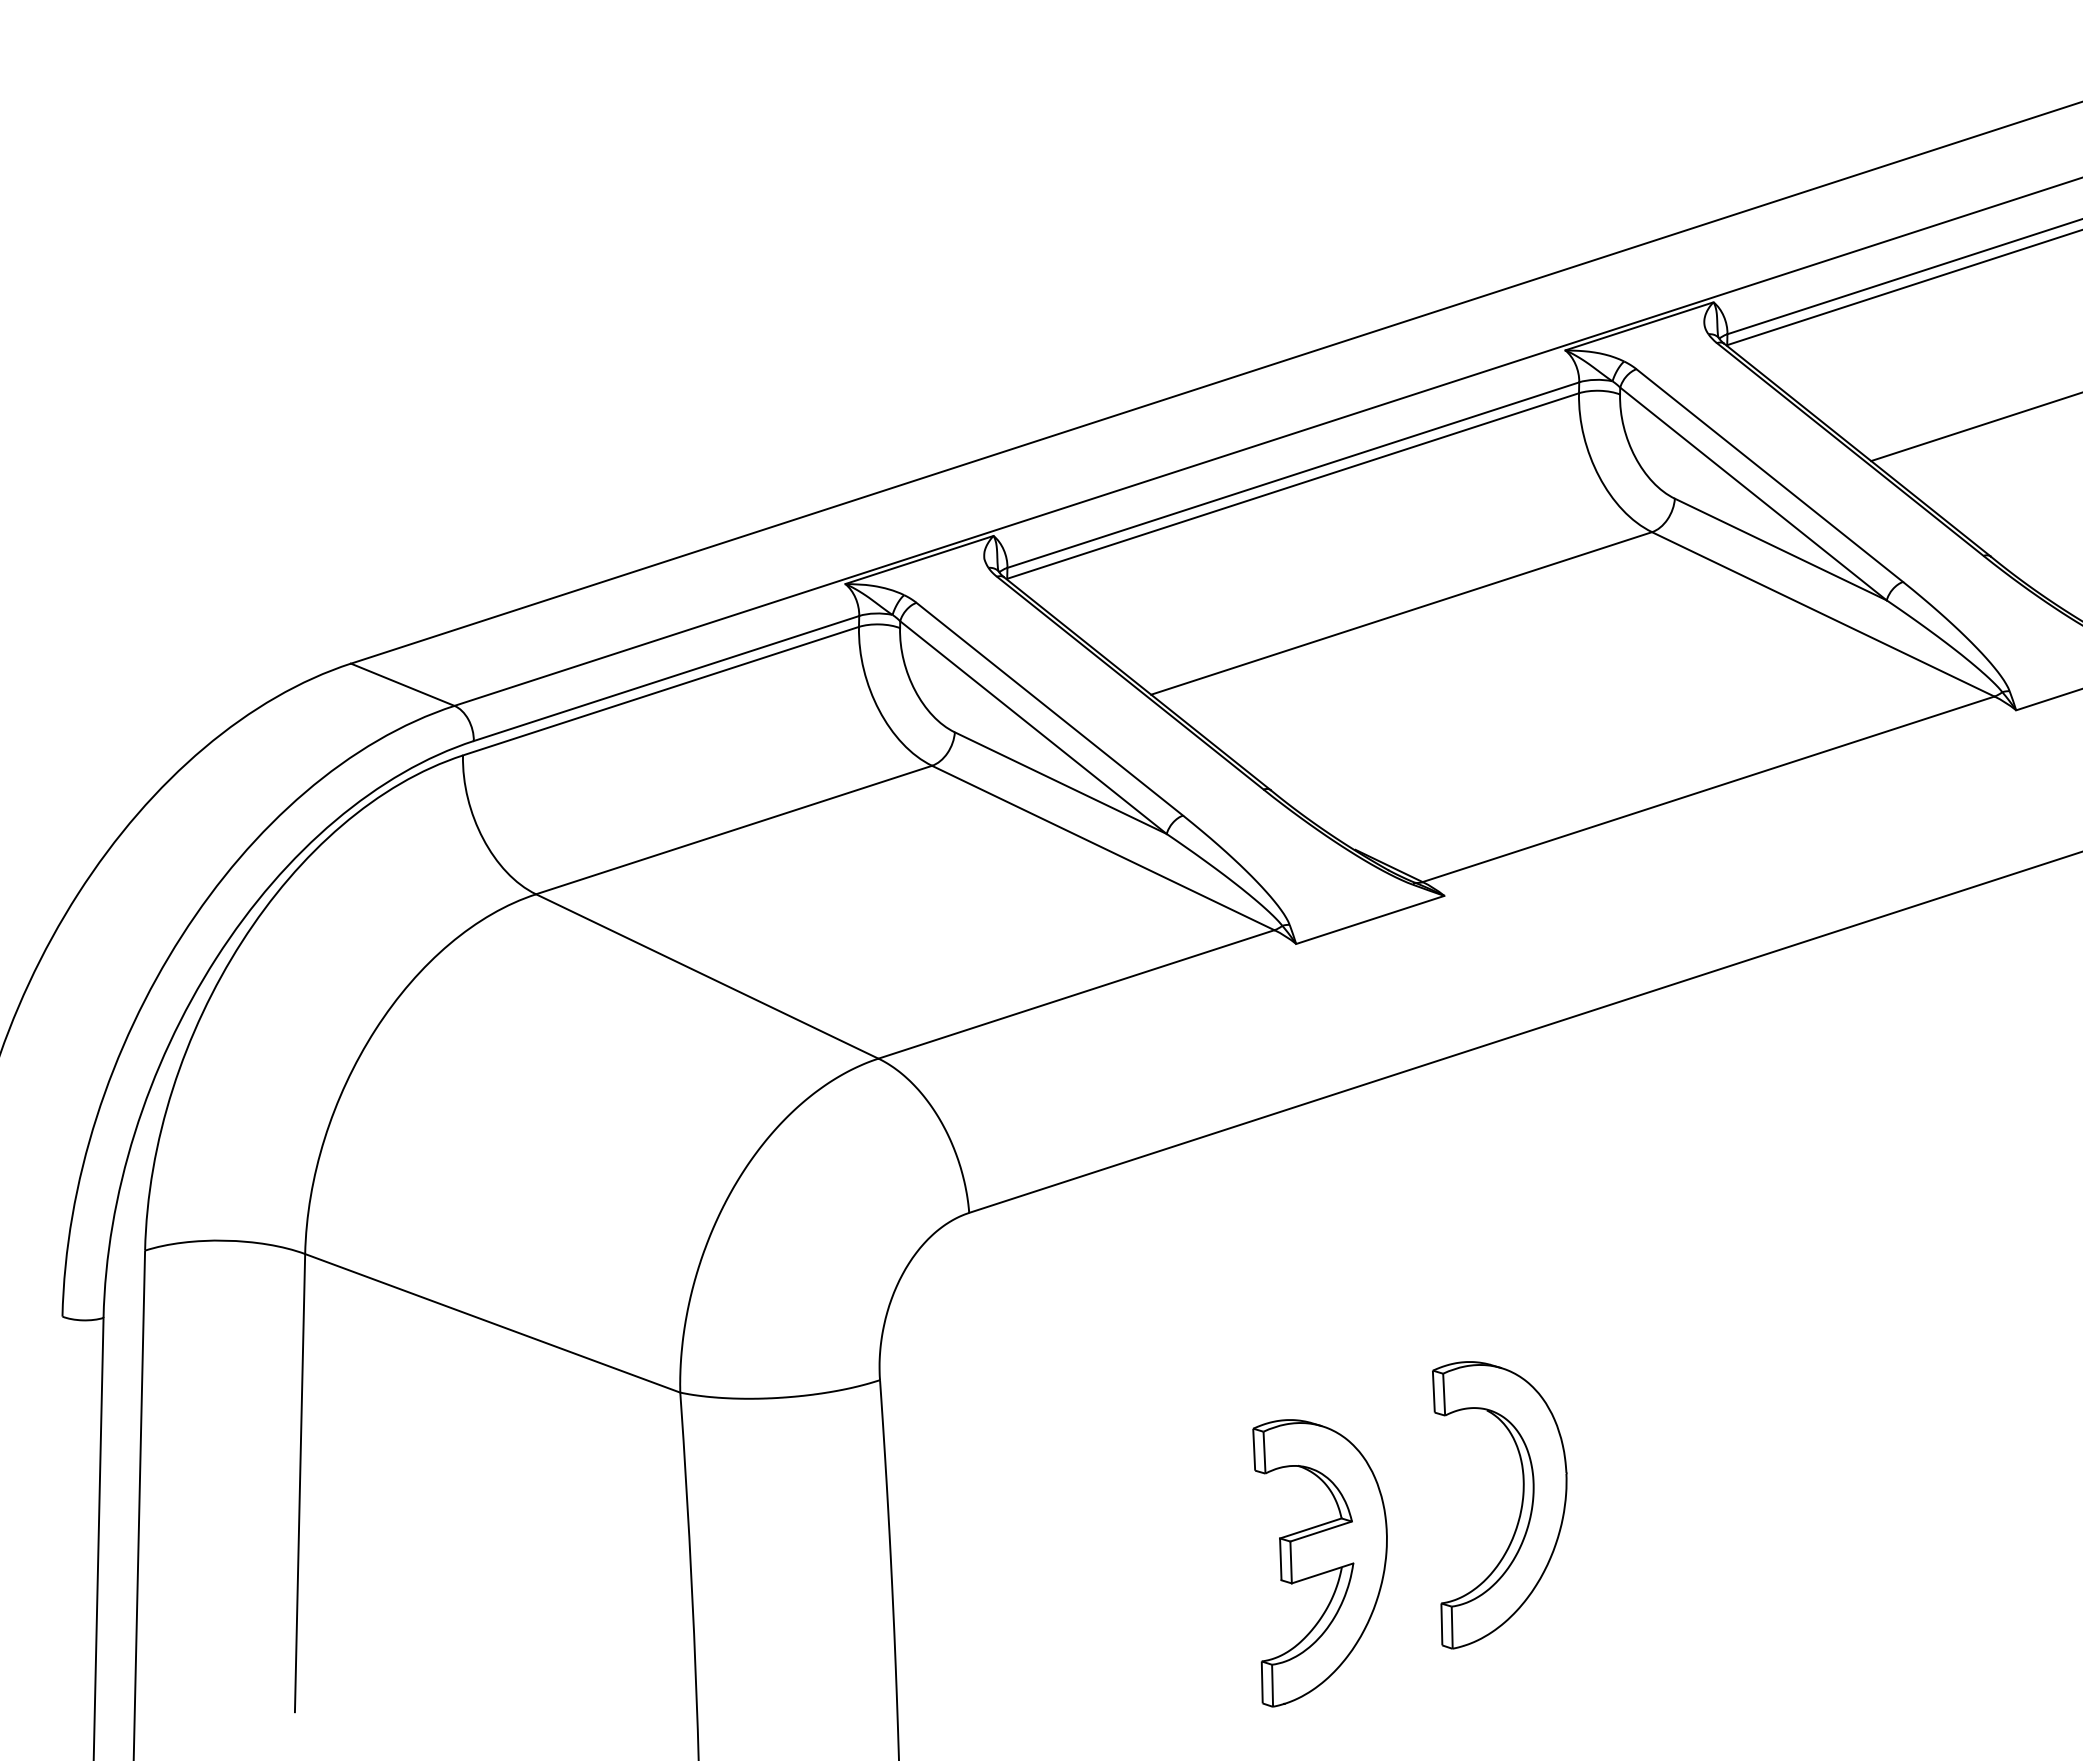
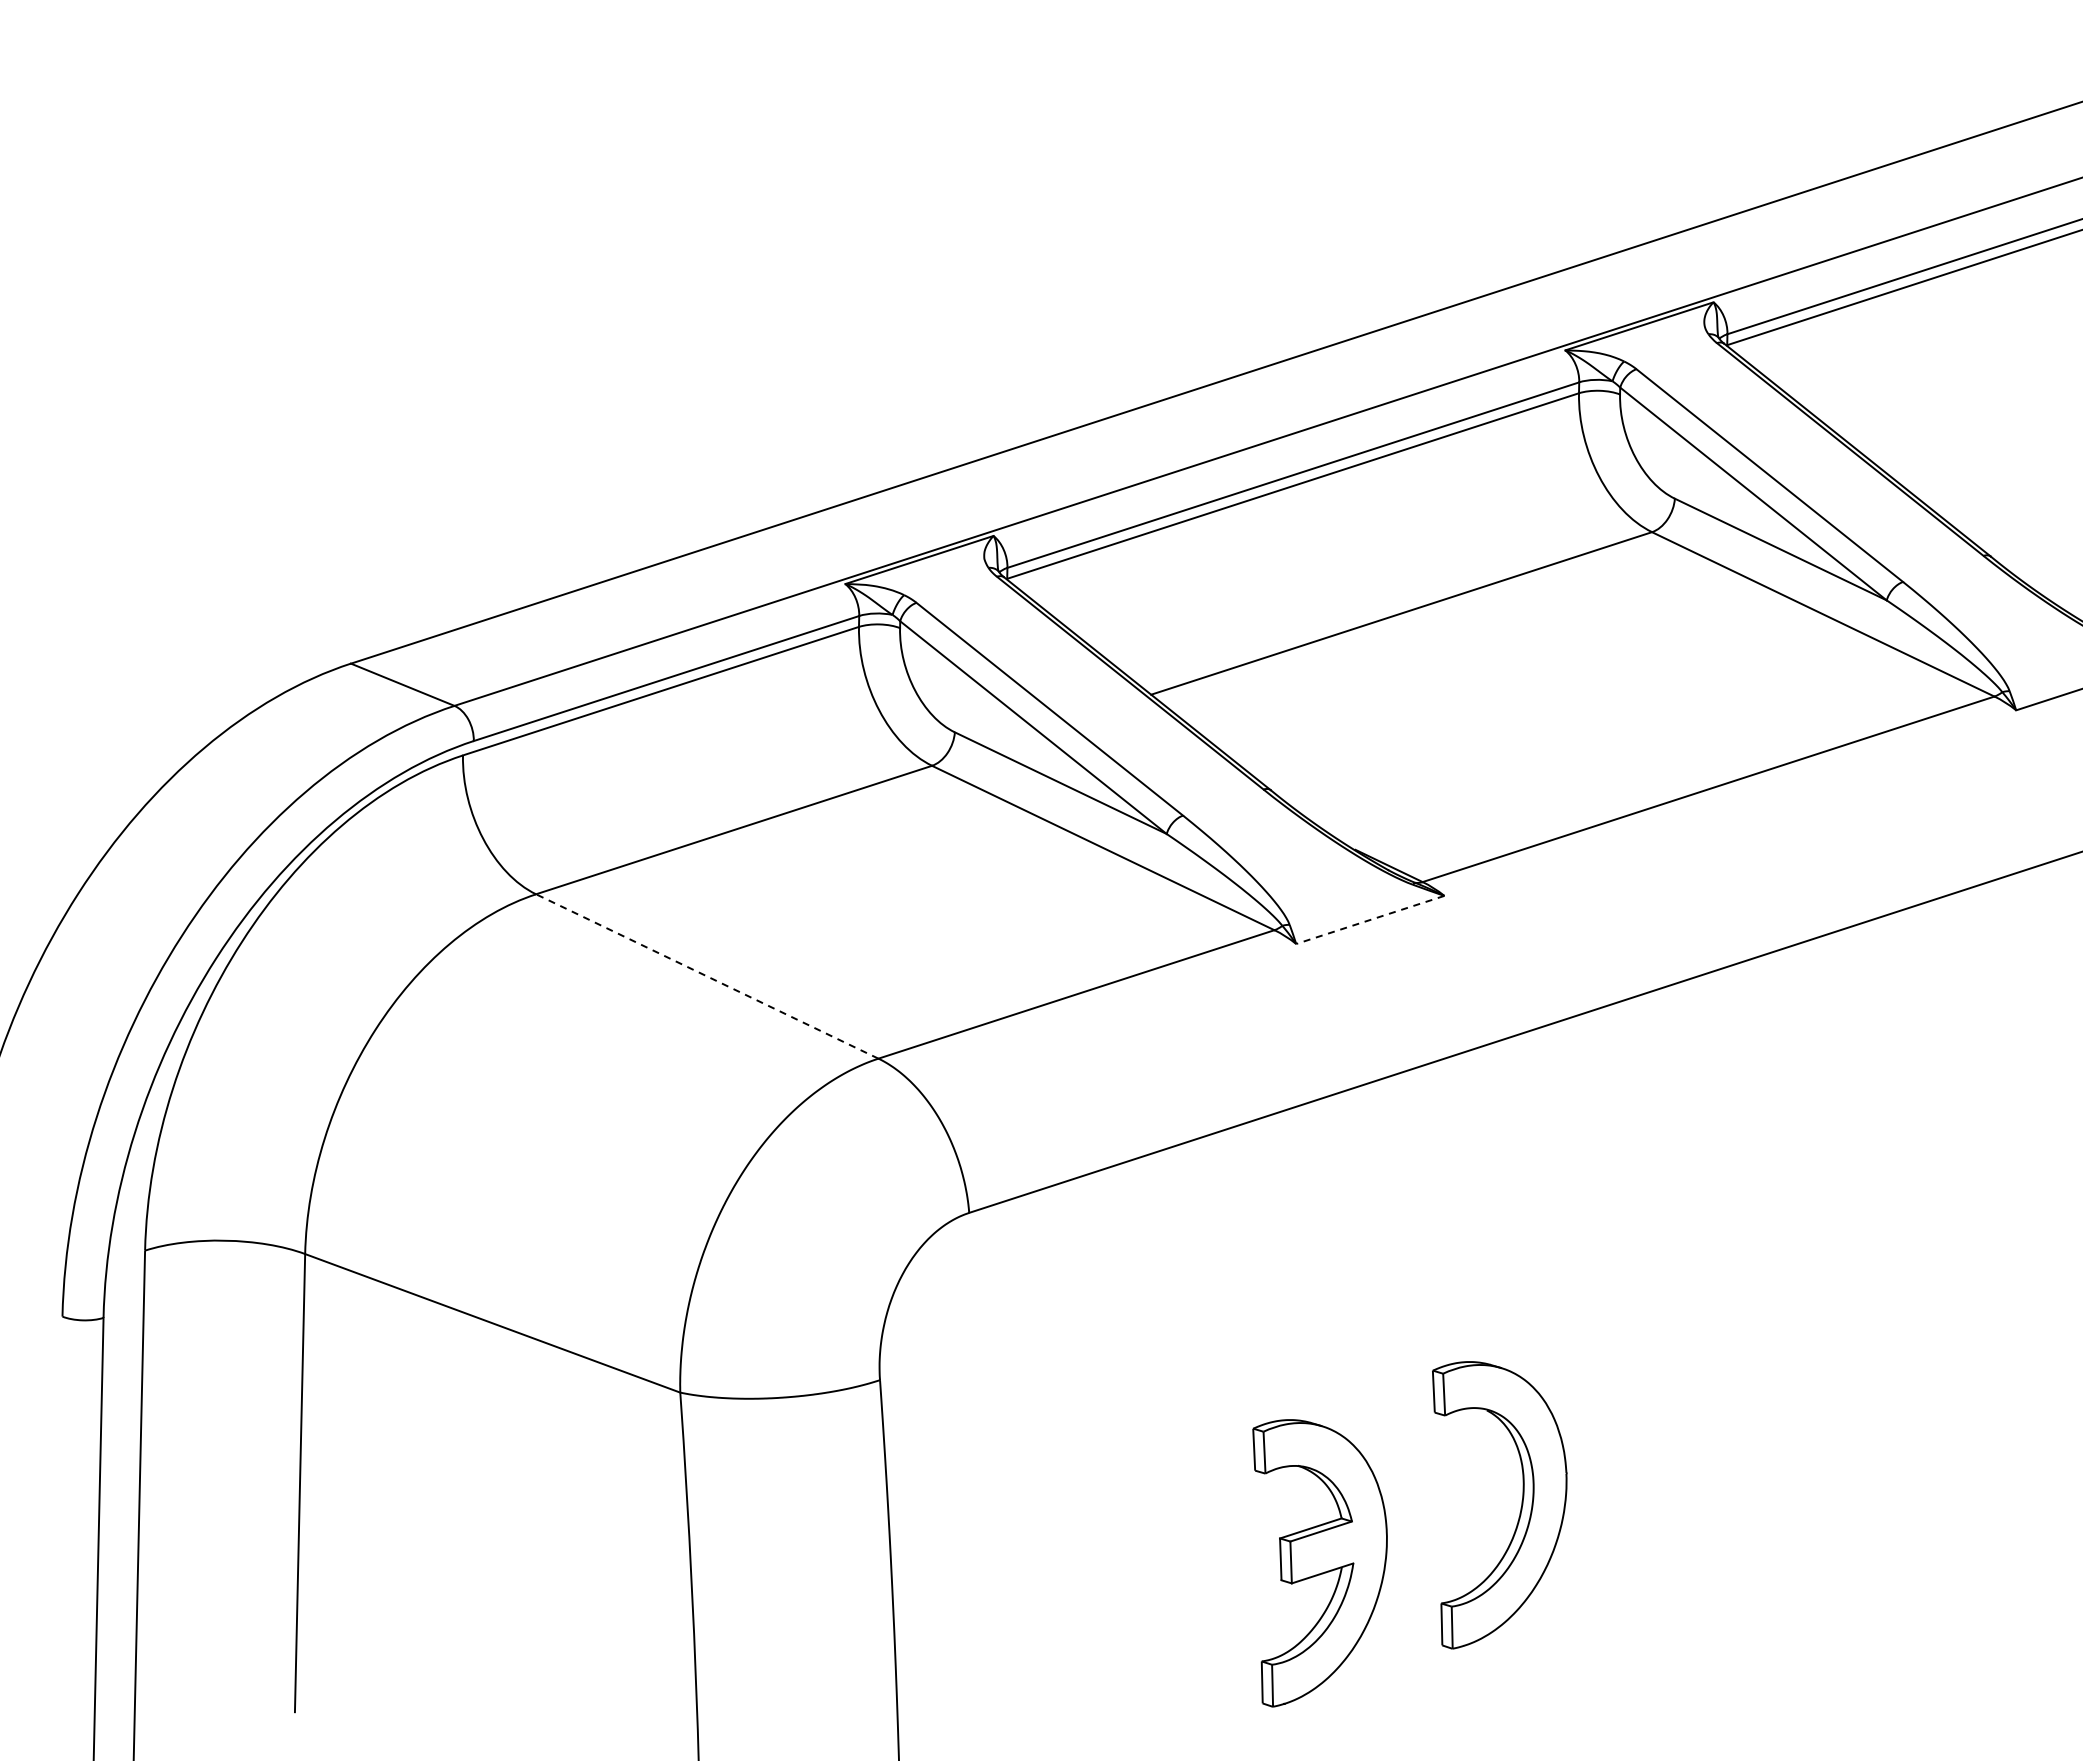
line at (1975, 427): present -> none
line at (1370, 919): solid -> dashed
line at (707, 976): solid -> dashed
